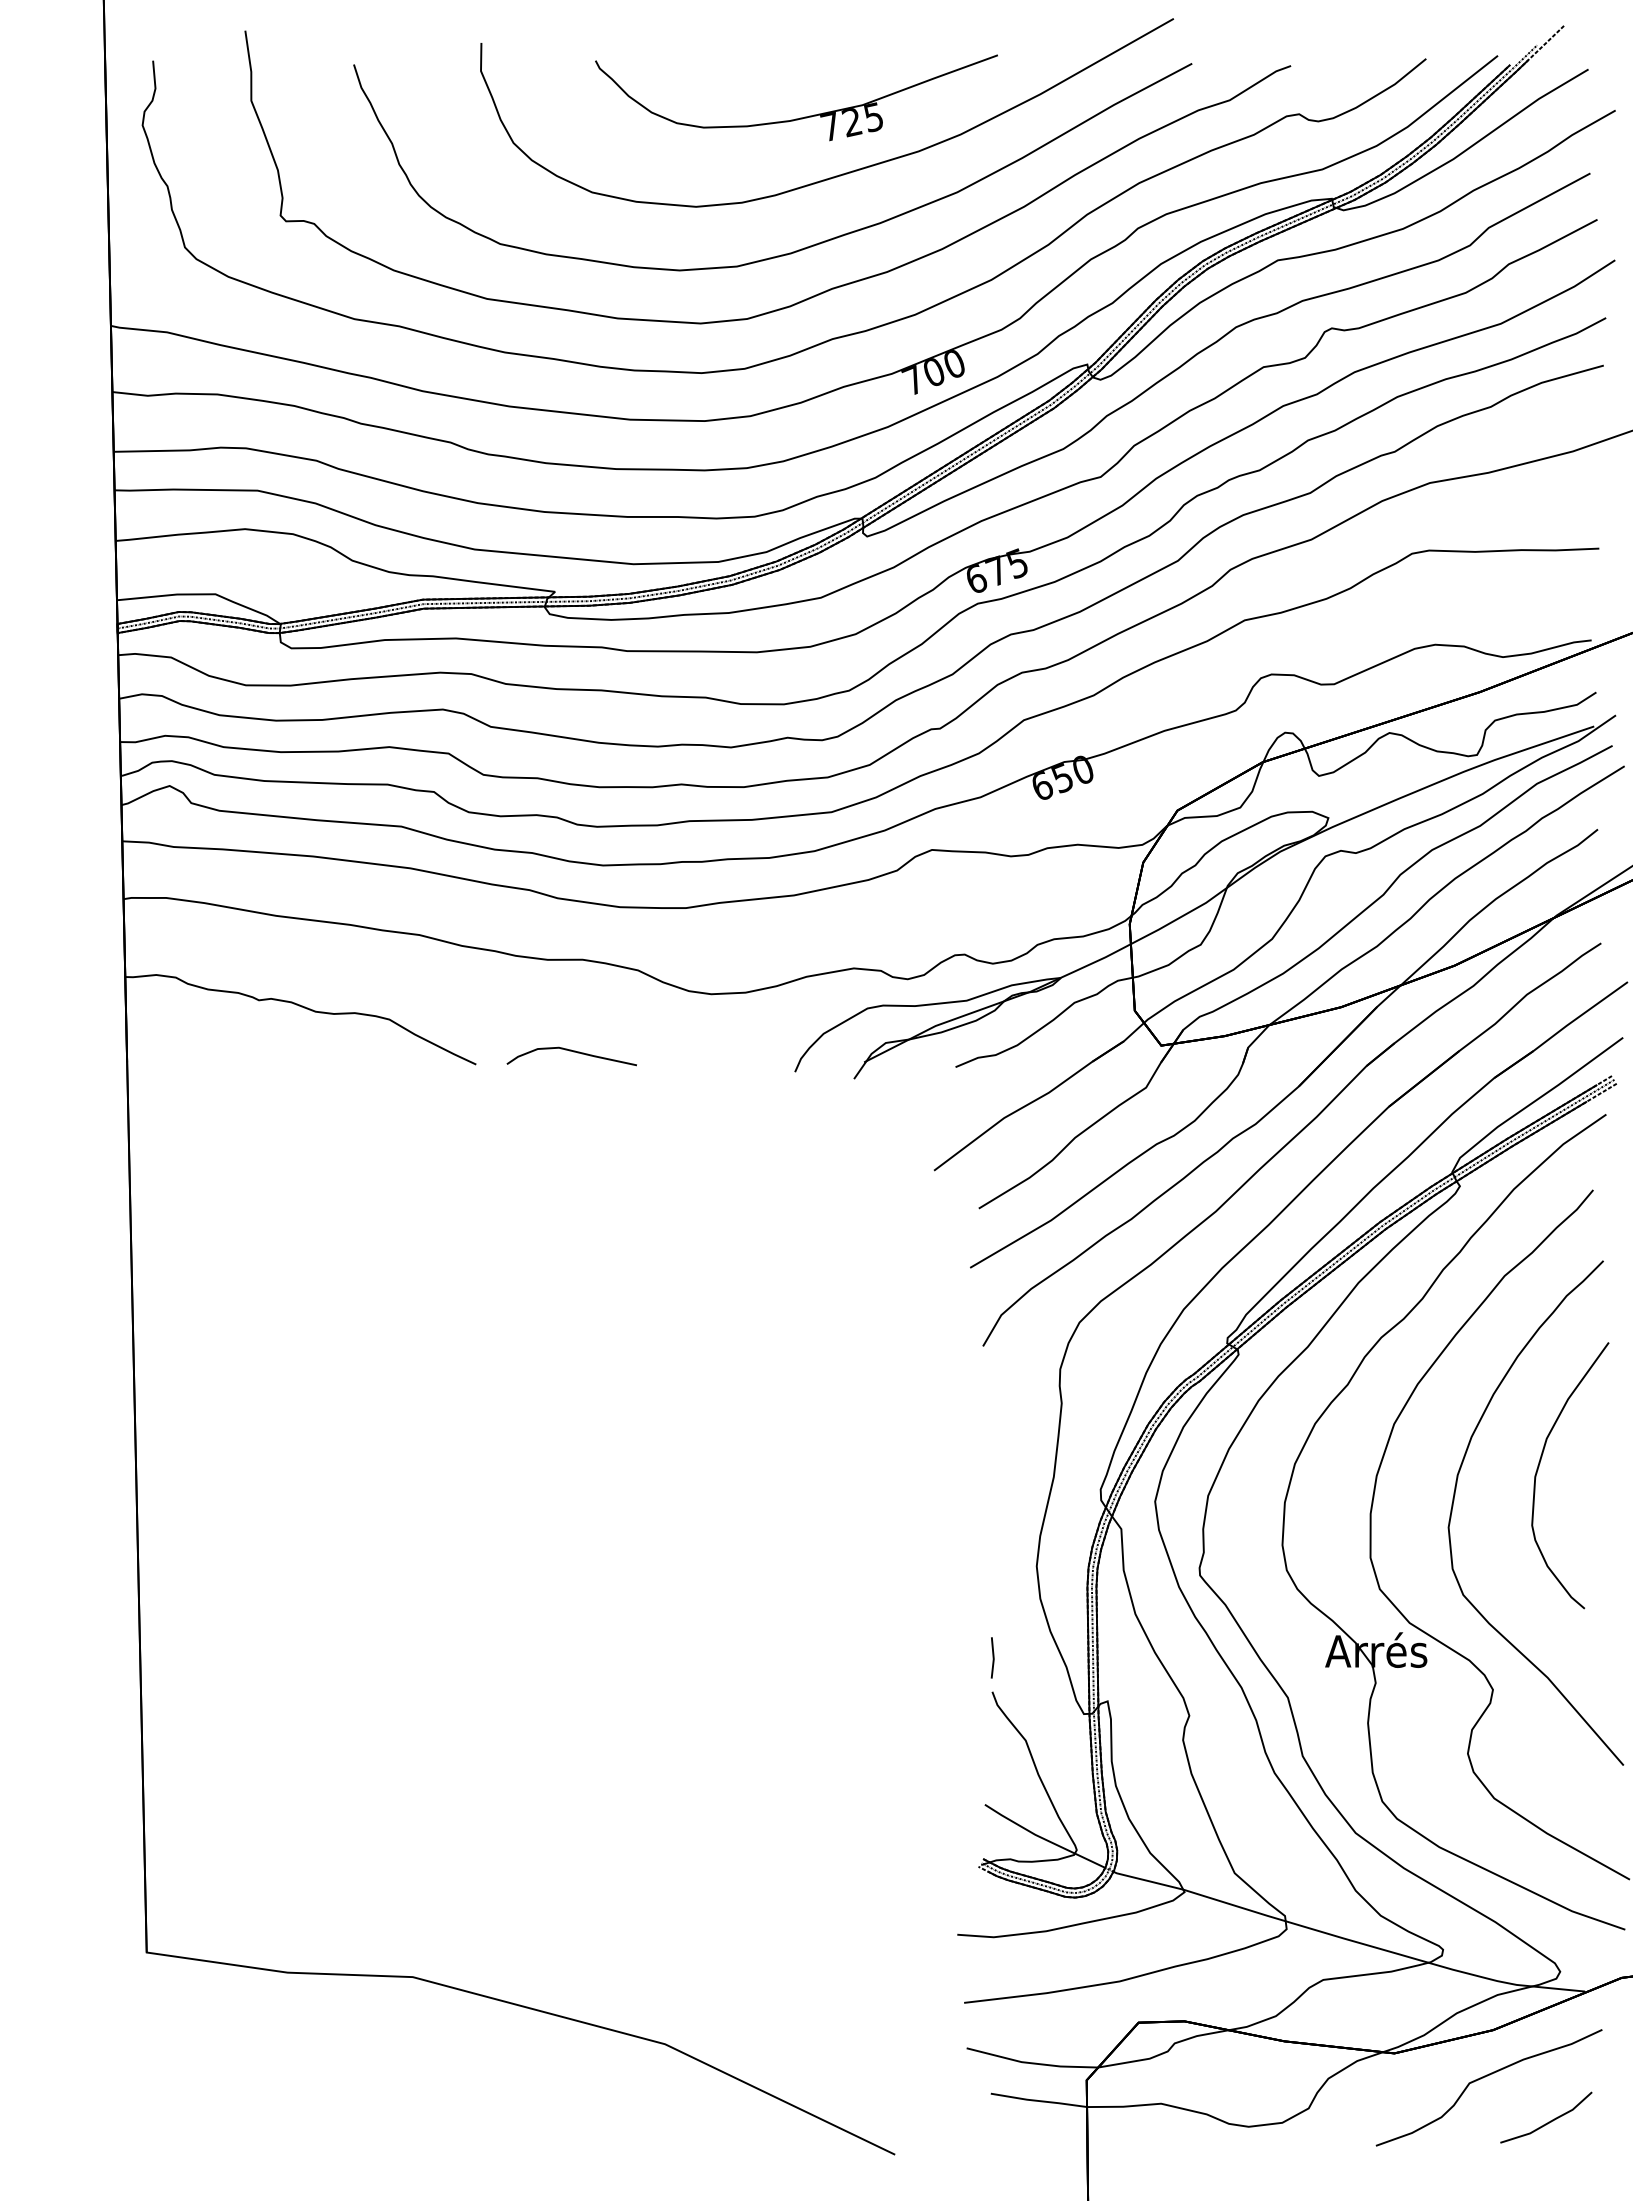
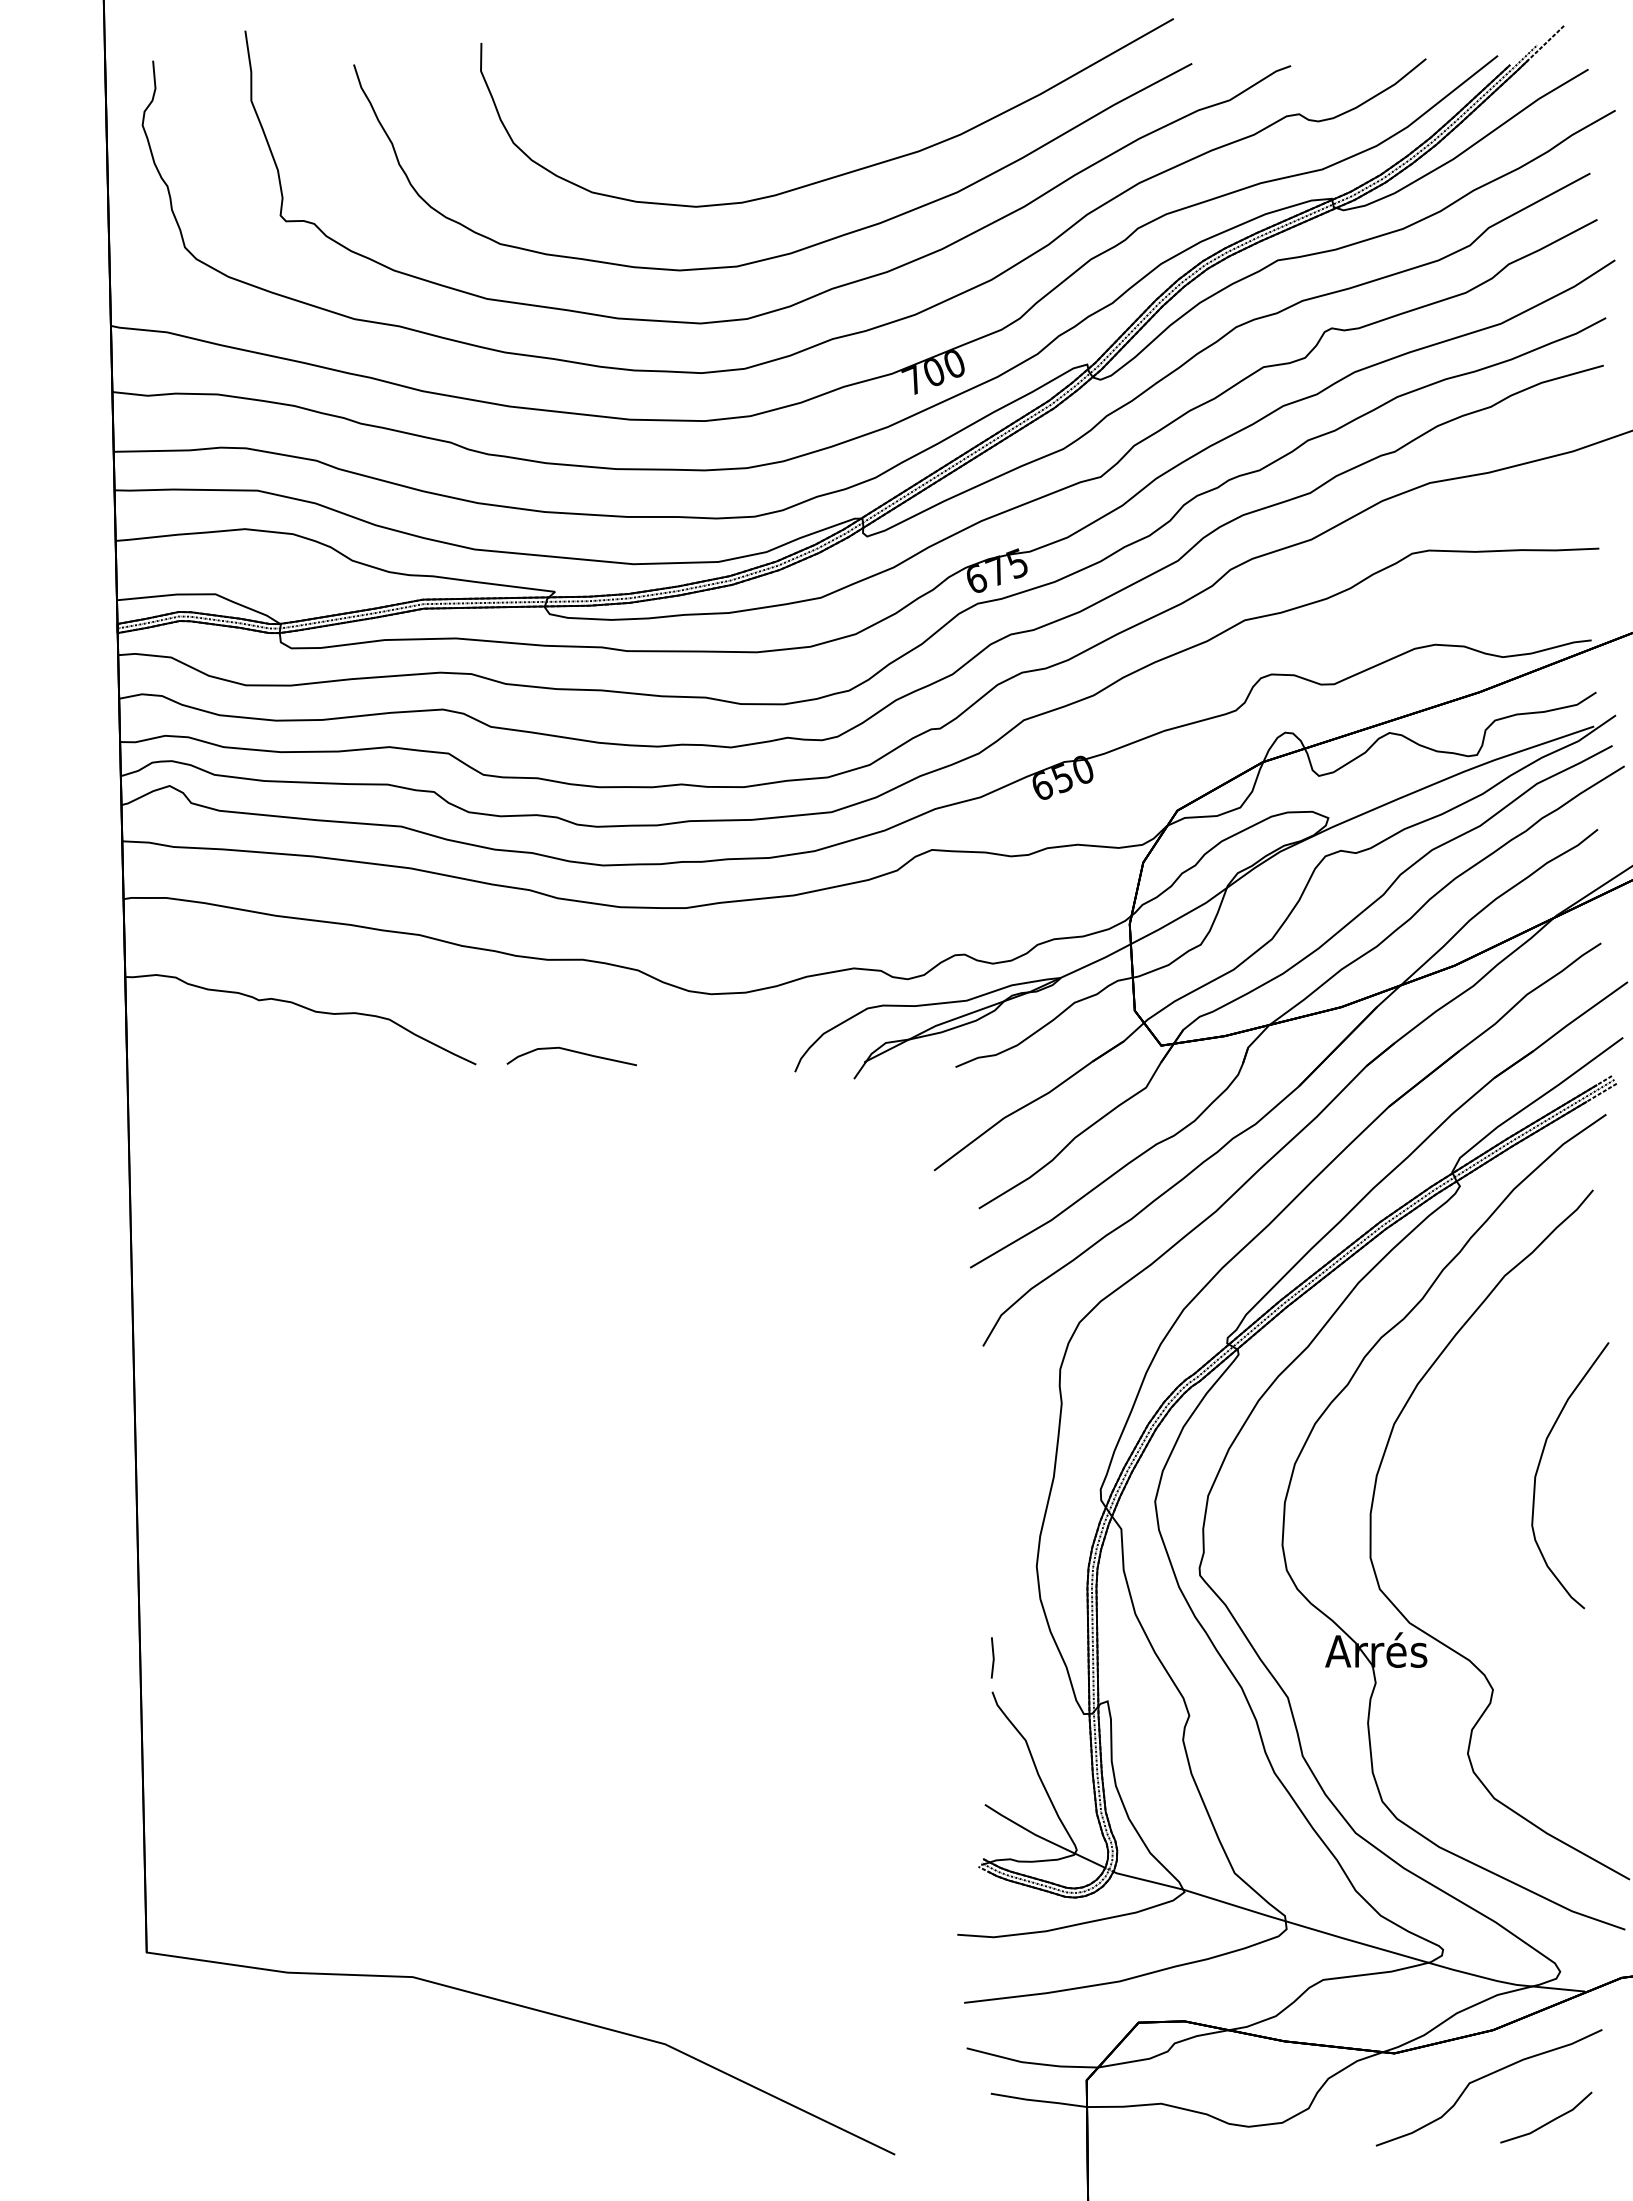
part at (800, 117): present -> none
part at (1454, 1501): present -> none
